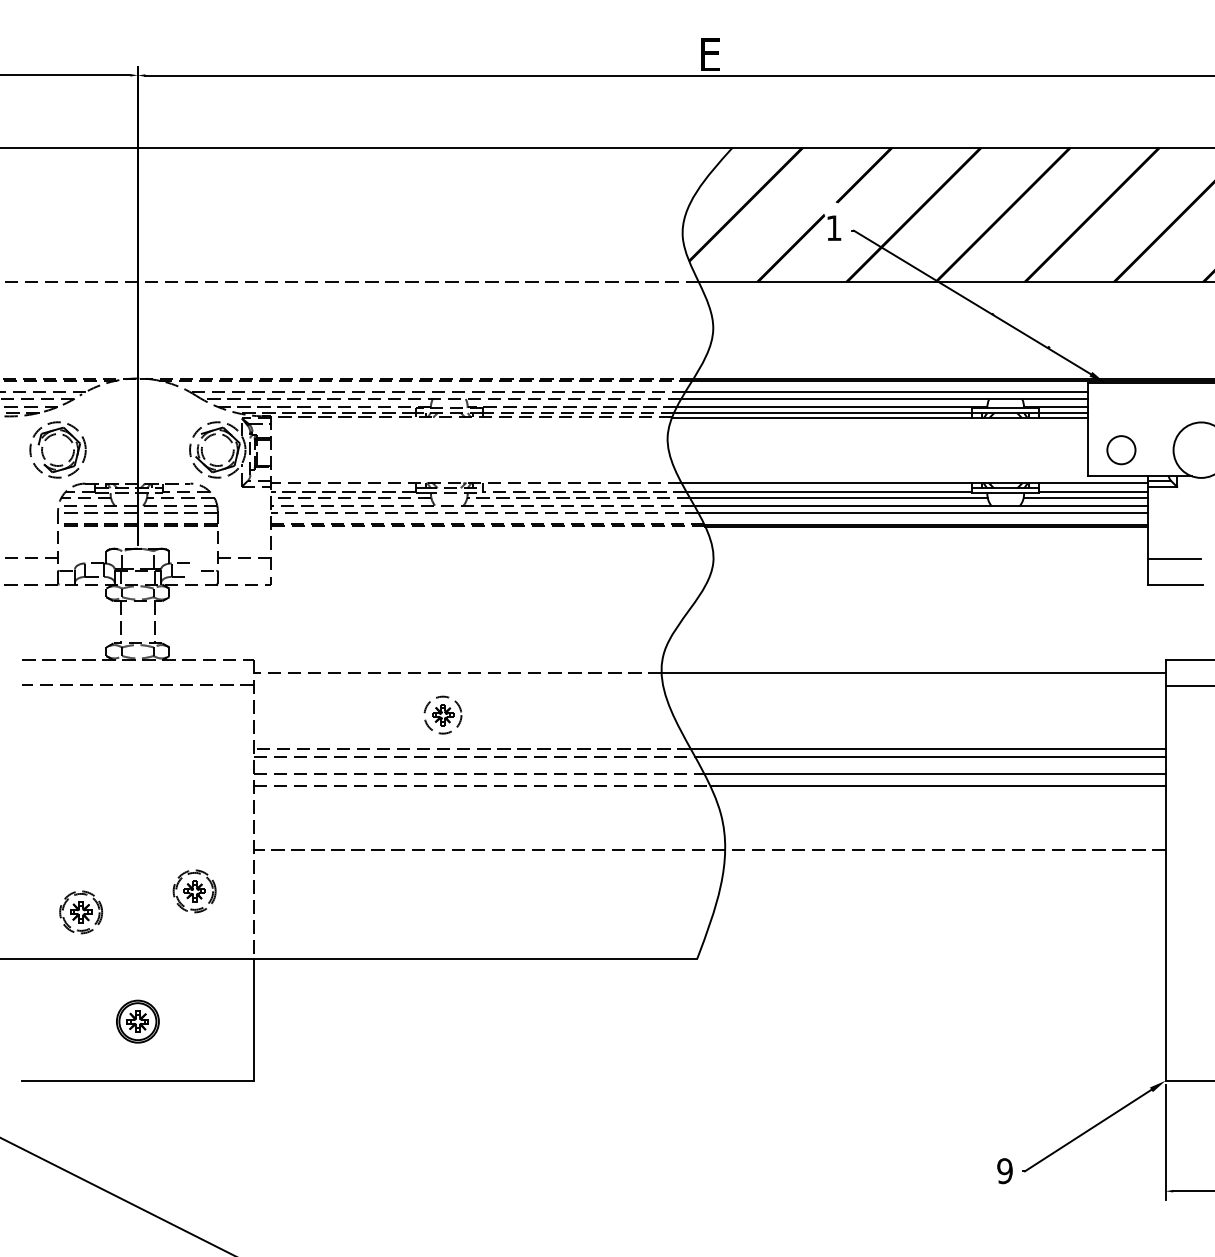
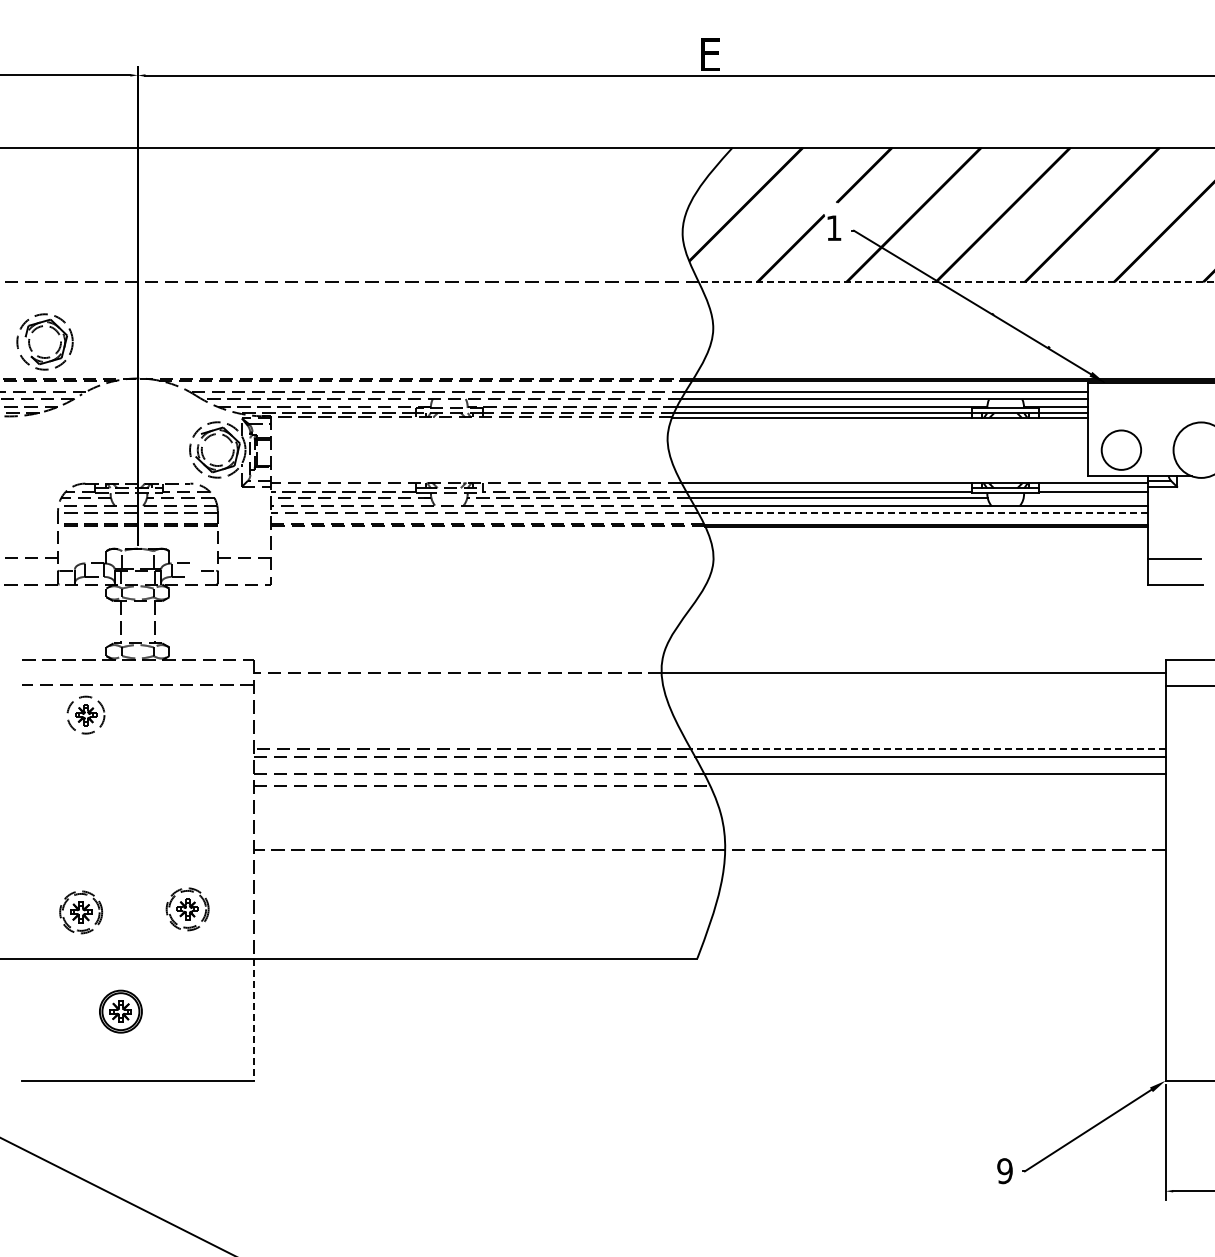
line at (956, 282): solid -> dashed
part at (55, 435) position: (55, 435) -> (42, 327)
circle at (1121, 450) diameter: 28 px -> 39 px
line at (1085, 498): present -> none
line at (923, 513): solid -> dashed
part at (442, 714) position: (442, 714) -> (85, 714)
line at (927, 748): solid -> dashed
line at (937, 786): present -> none
part at (194, 891) position: (194, 891) -> (187, 909)
line at (253, 1020): solid -> dashed
part at (137, 1021) position: (137, 1021) -> (120, 1011)
